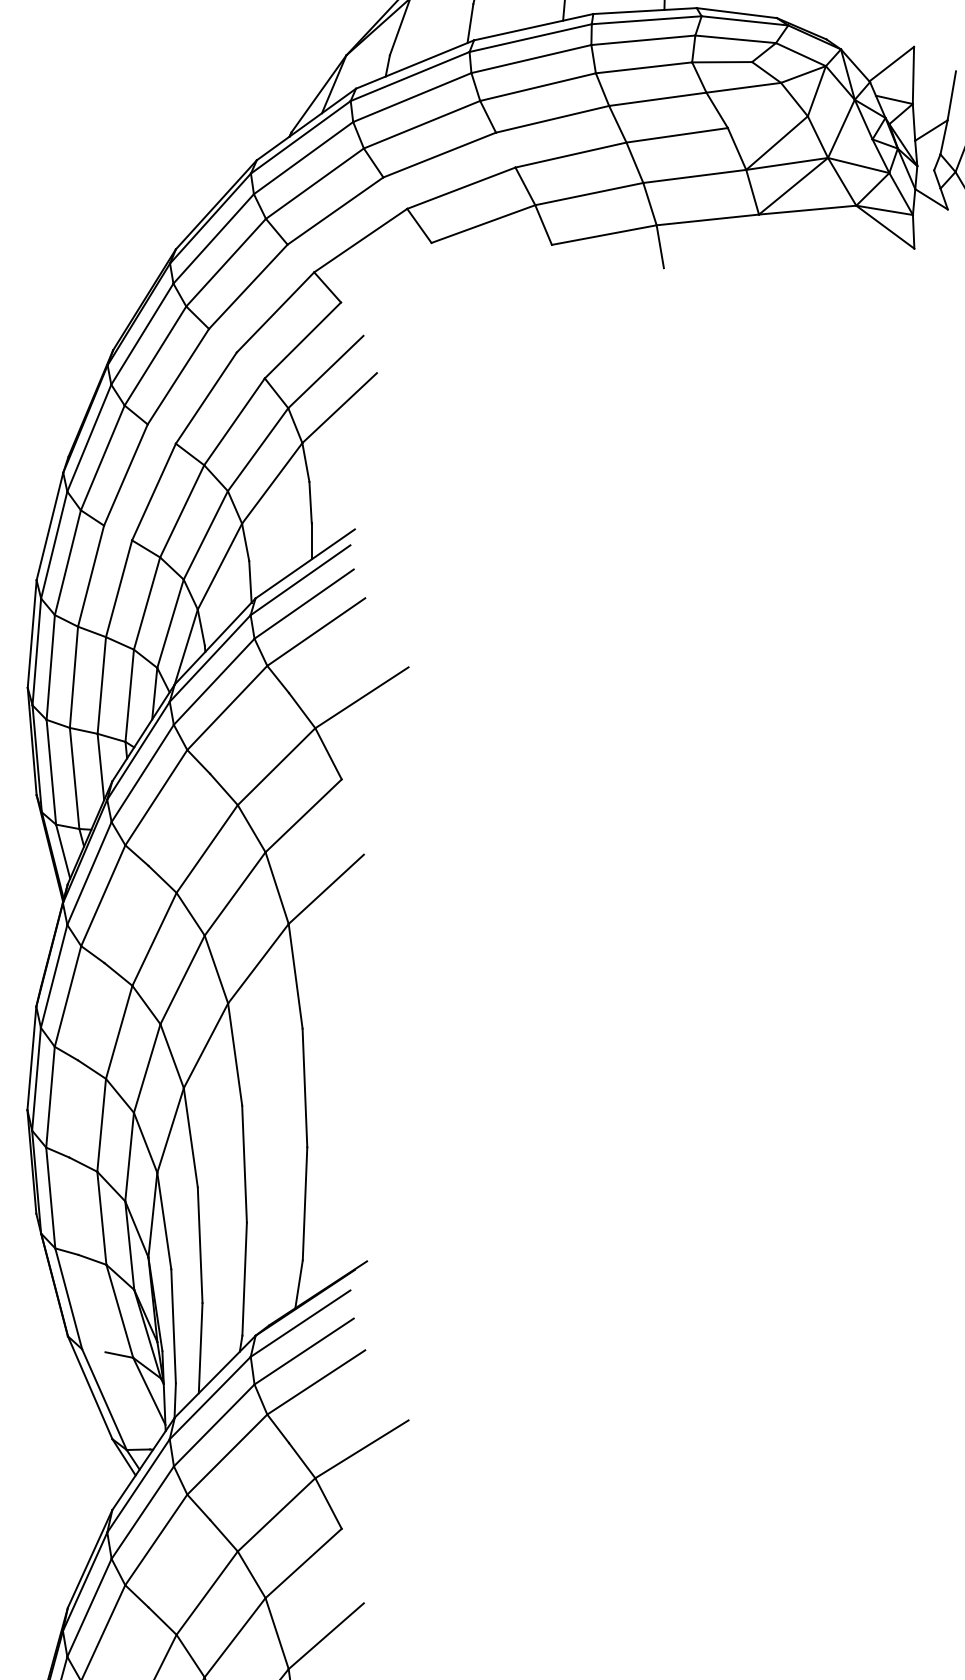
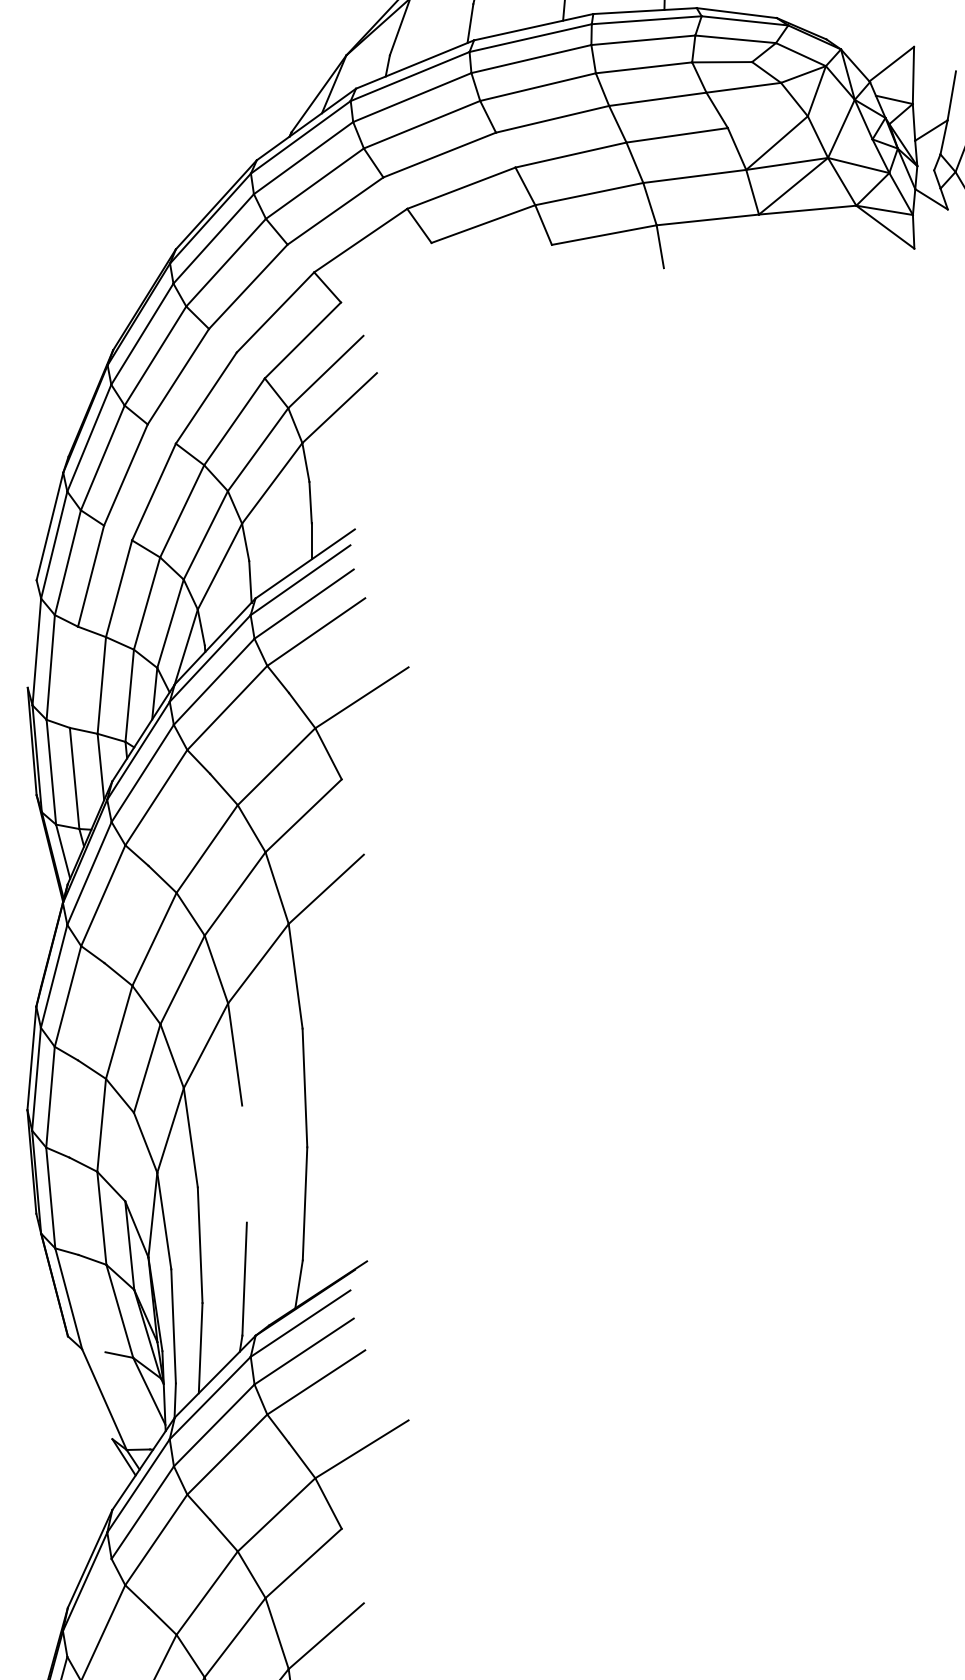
line at (31, 633): present -> none
line at (73, 676): present -> none
line at (129, 1156): present -> none
line at (244, 1163): present -> none
line at (89, 1387): present -> none
line at (89, 1607): present -> none
